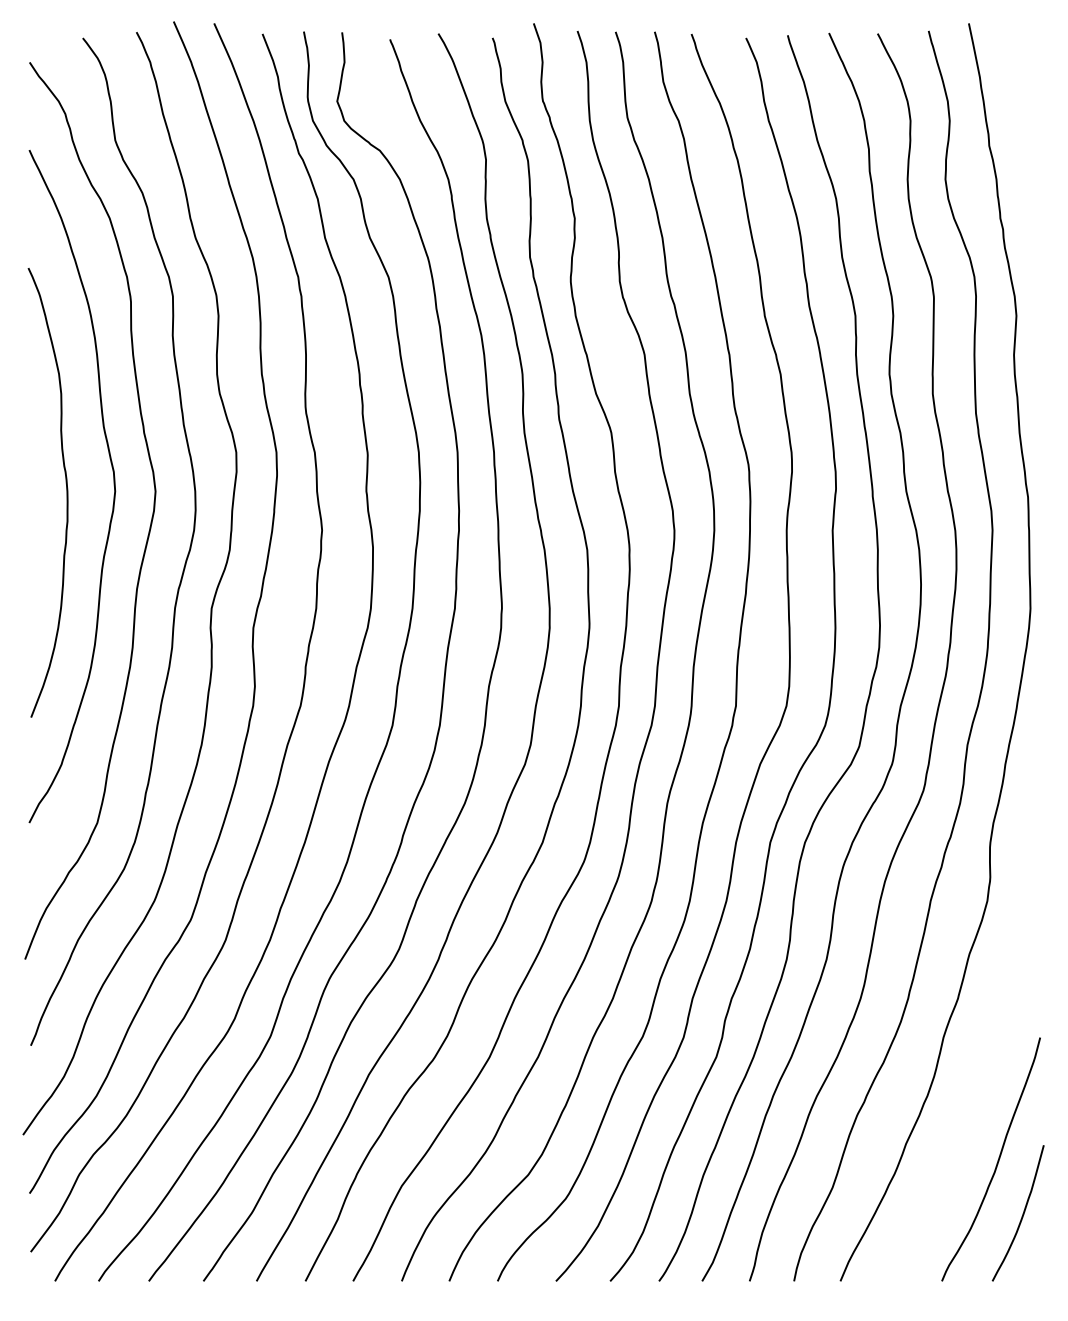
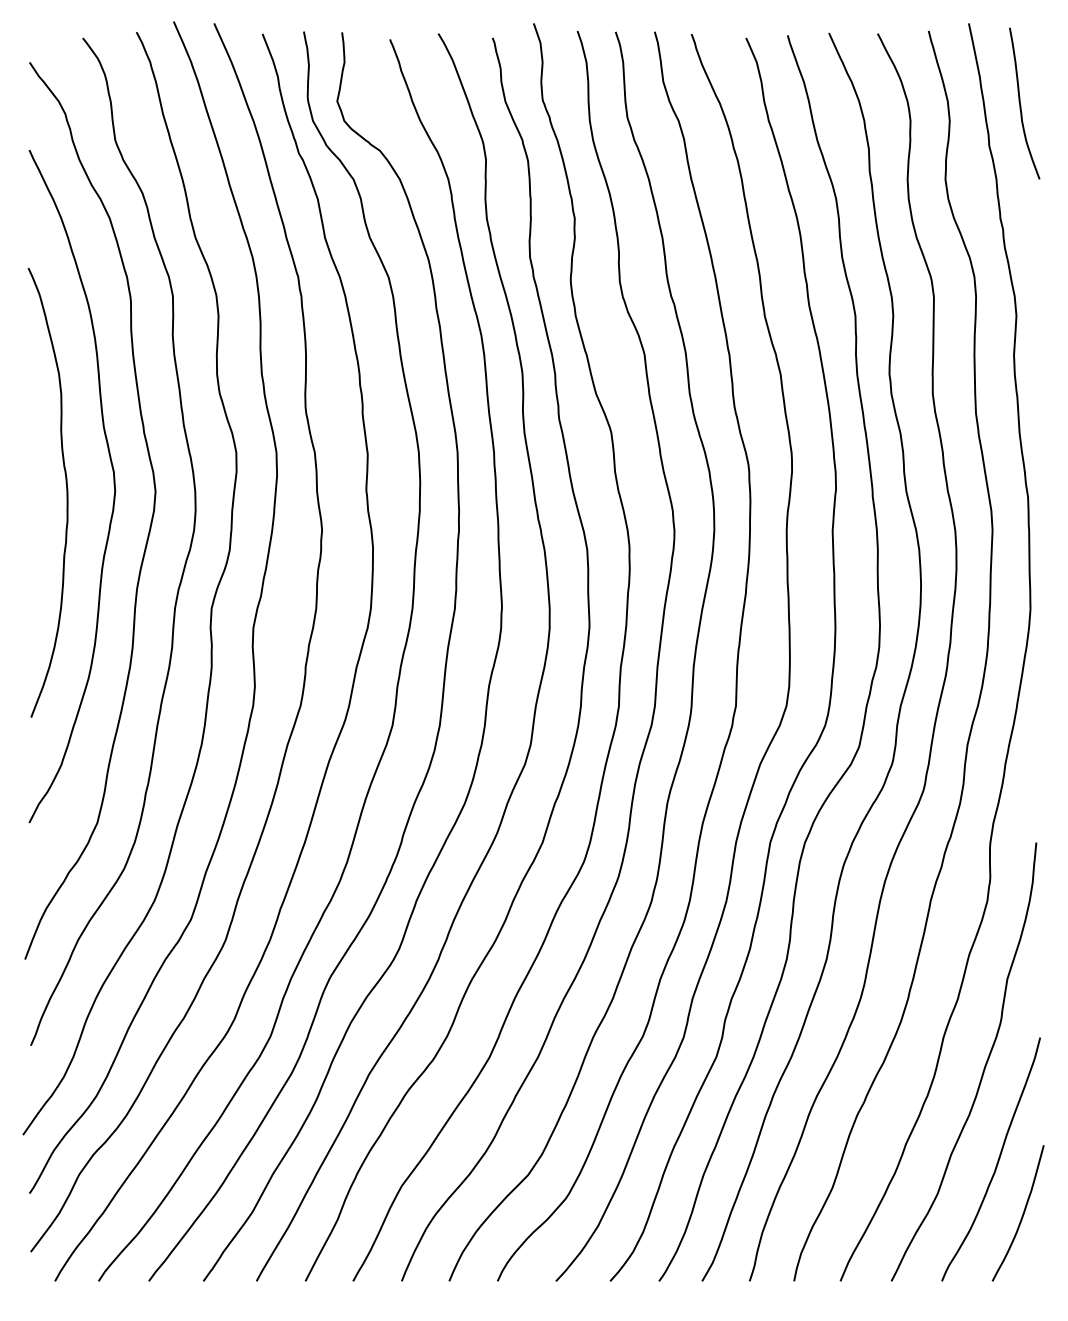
curve at (1021, 105): none -> present
curve at (983, 1068): none -> present
